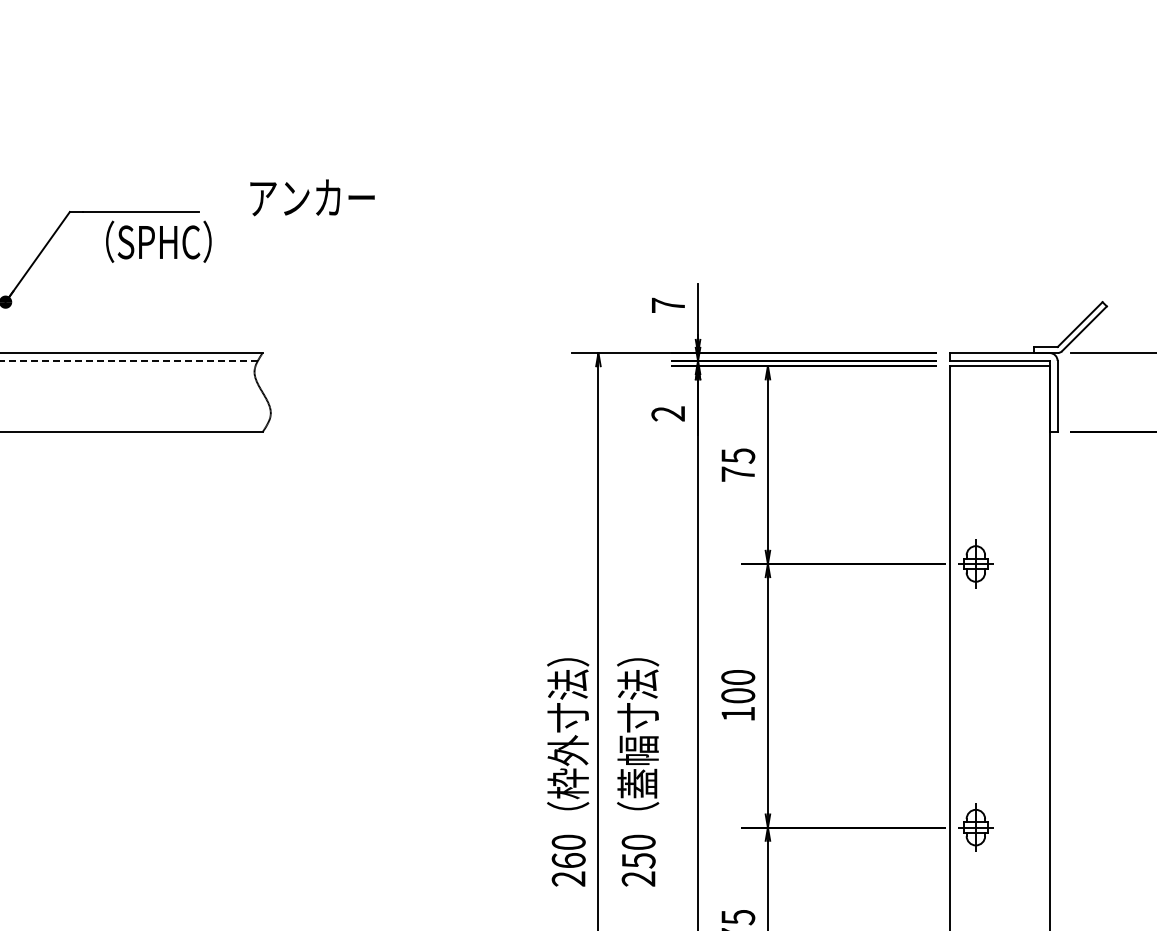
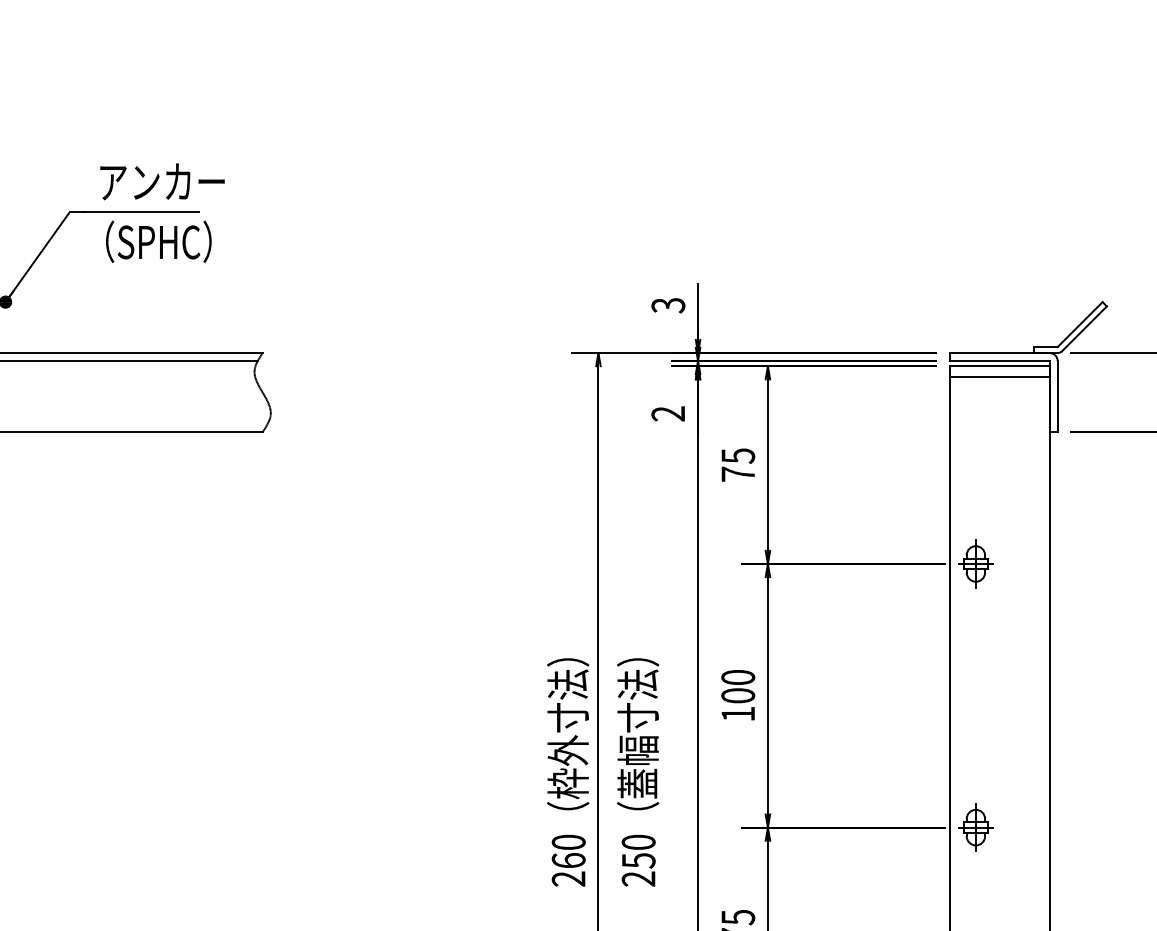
text at (312, 197) position: (312, 197) -> (162, 181)
text at (668, 305): 7 -> 3
line at (129, 360): dashed -> solid
line at (999, 376): none -> present
